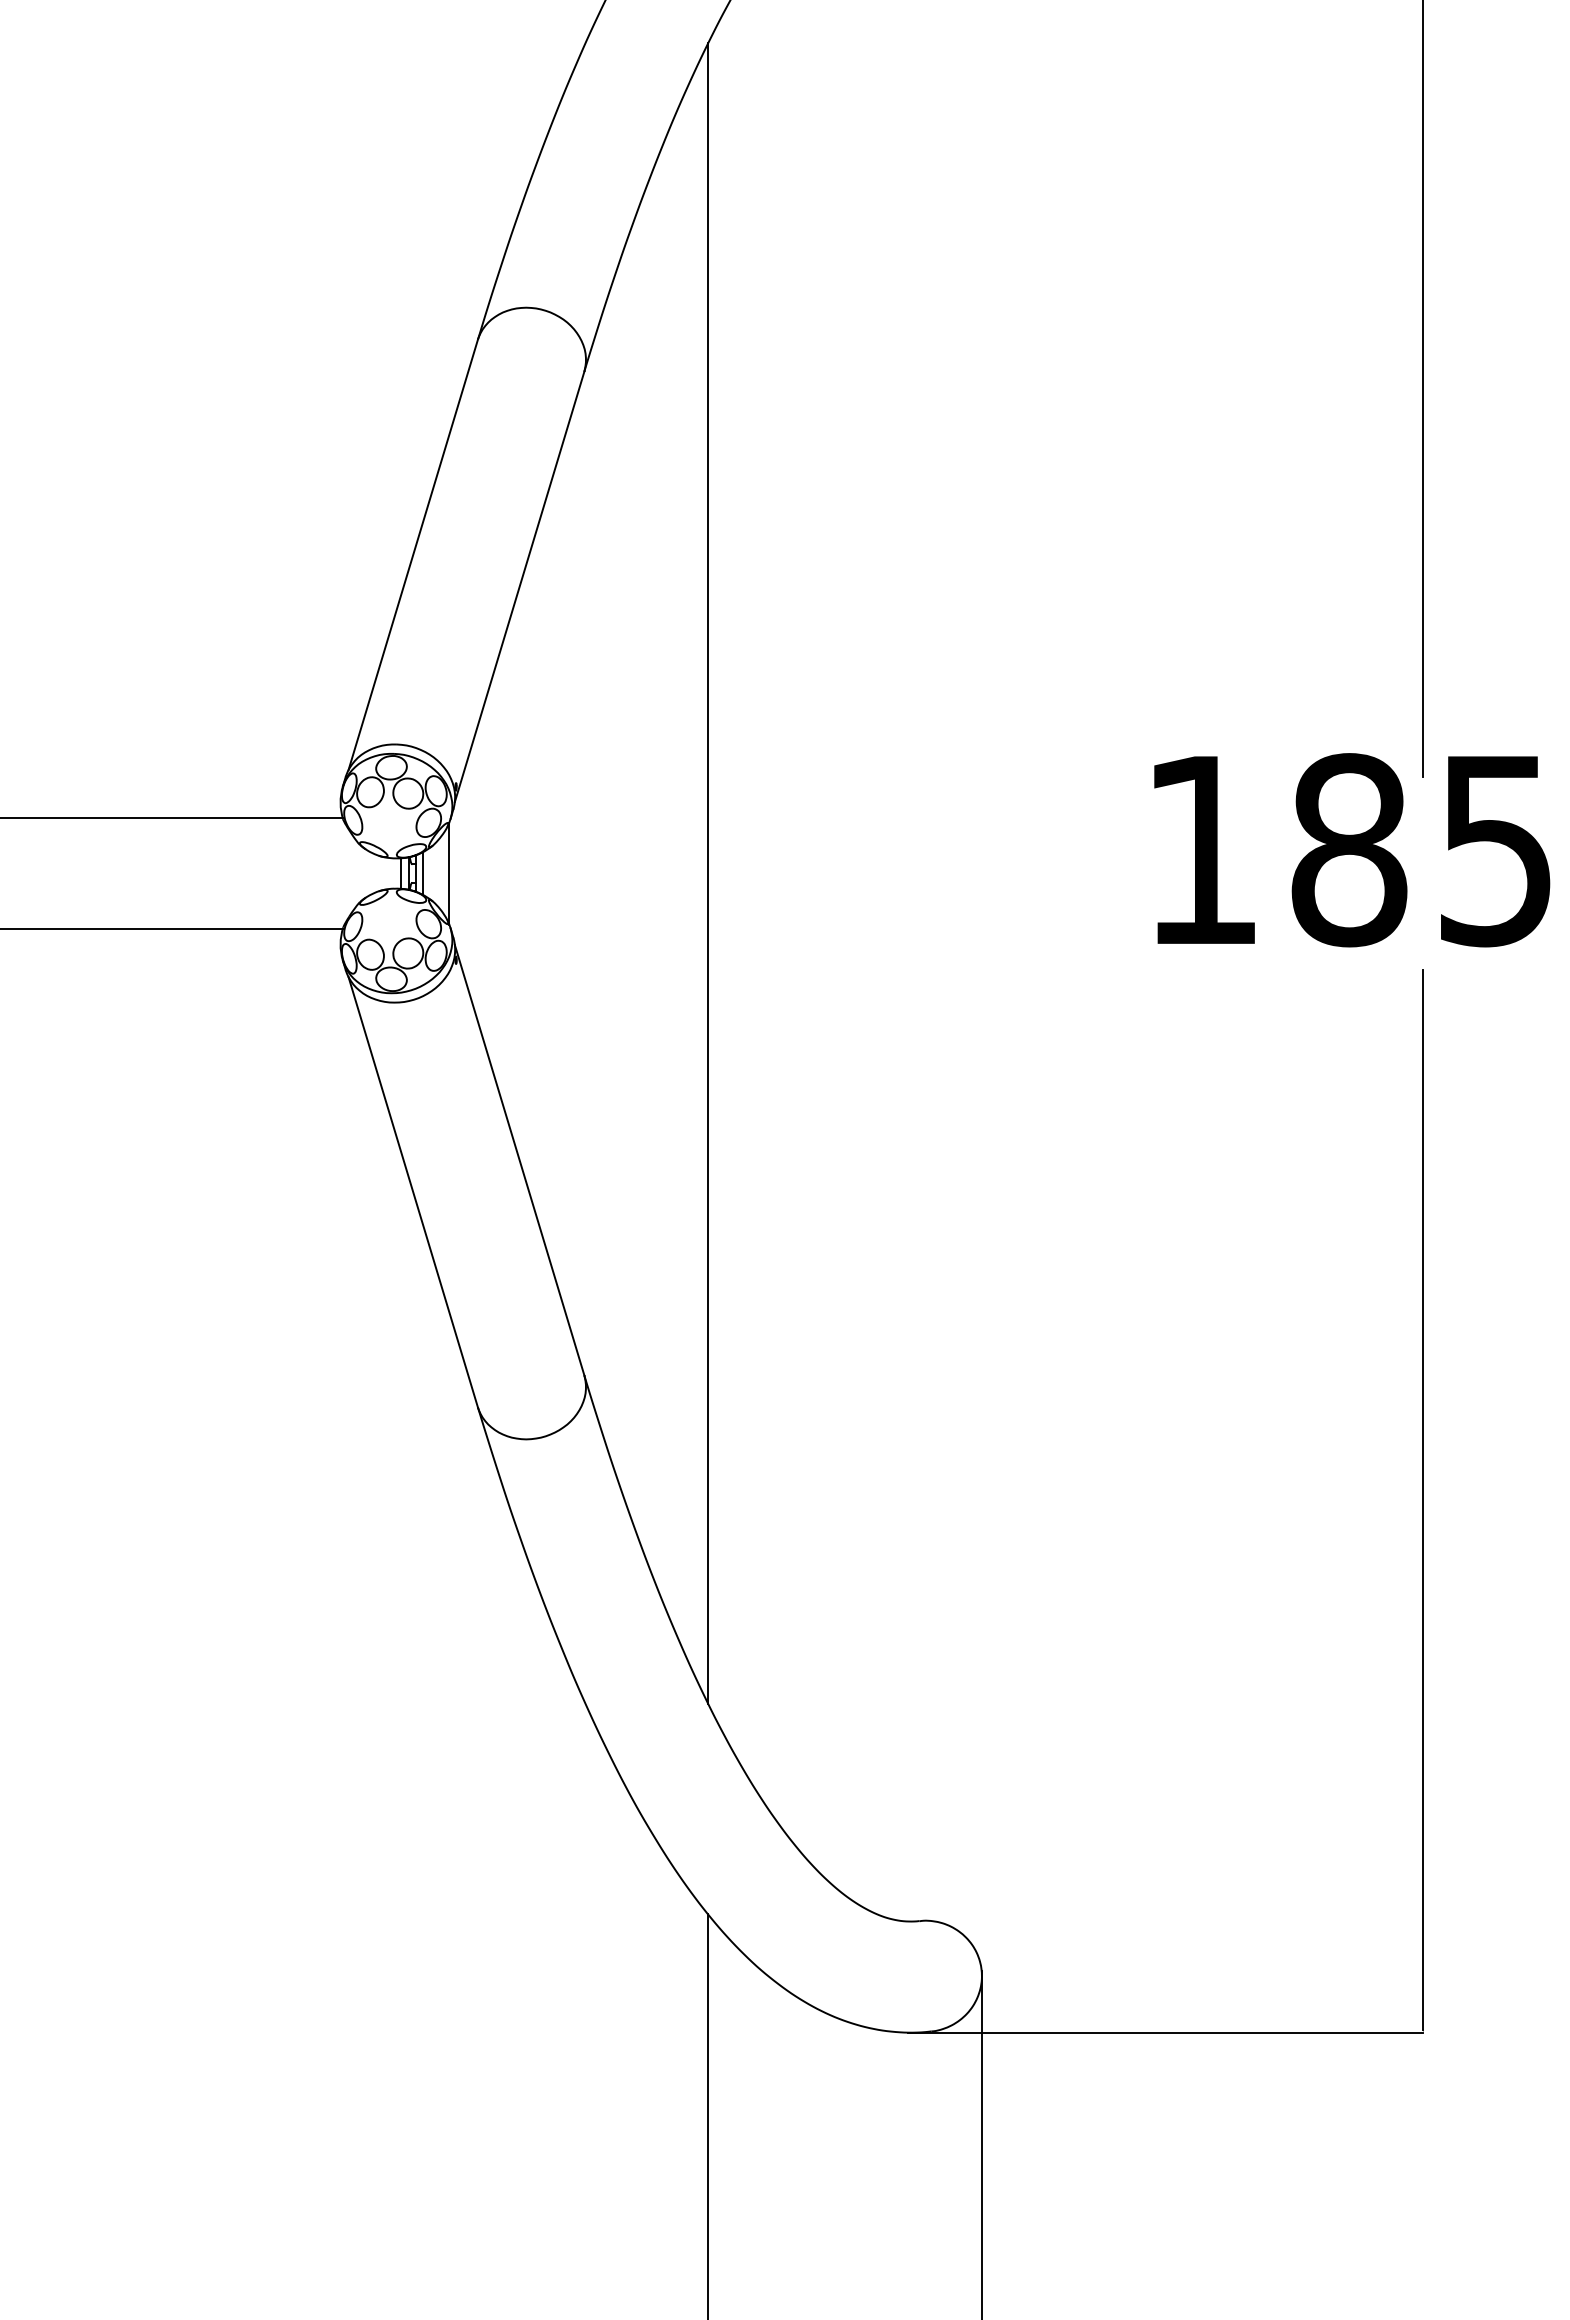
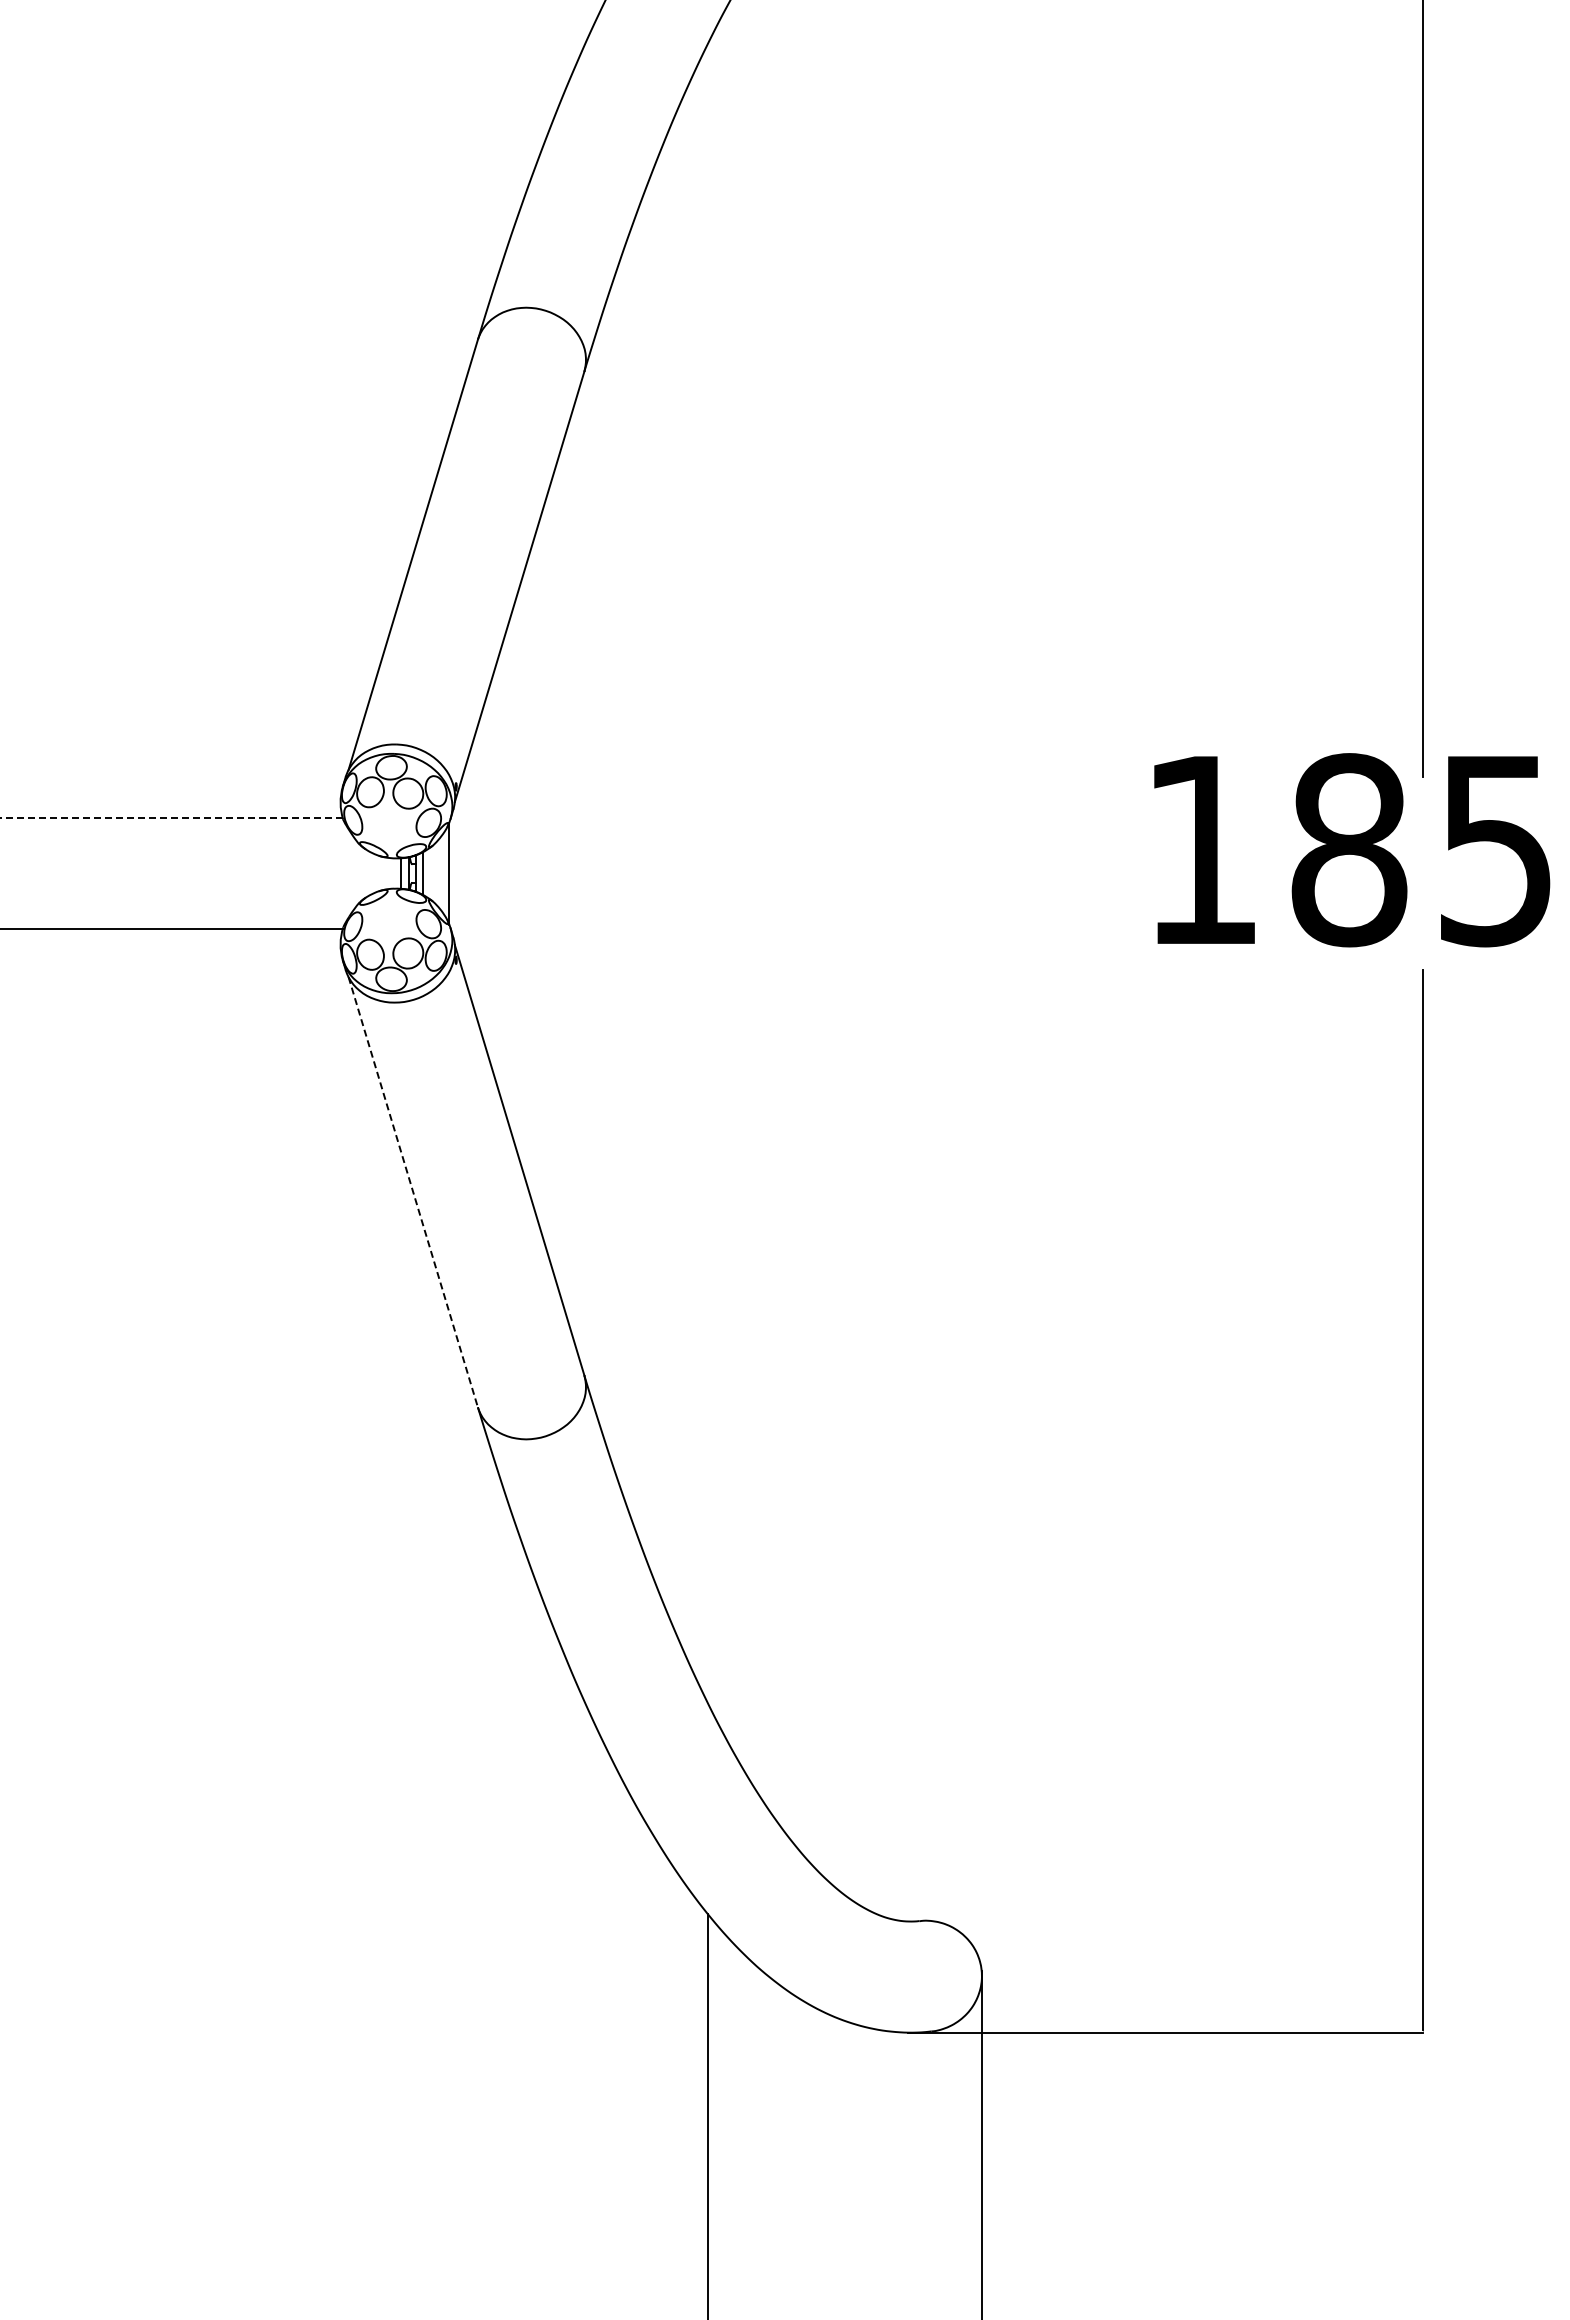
line at (171, 817): solid -> dashed
line at (708, 873): present -> none
line at (413, 1192): solid -> dashed
